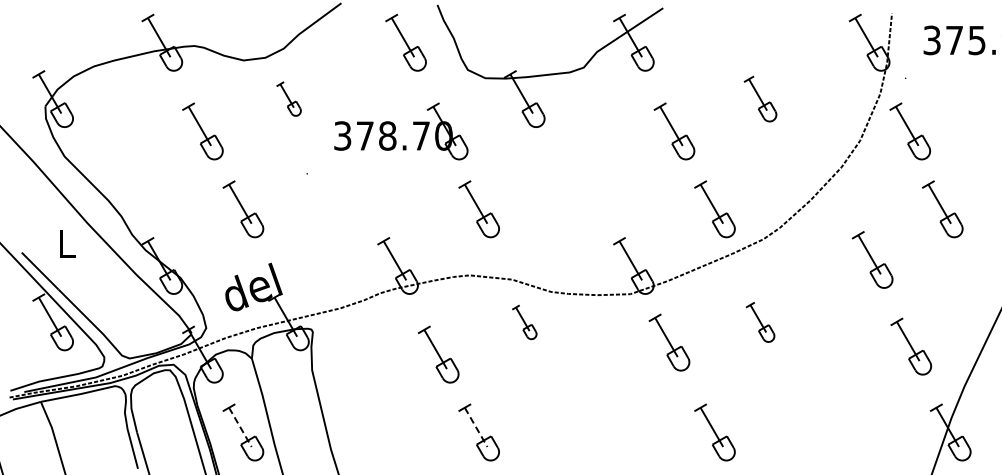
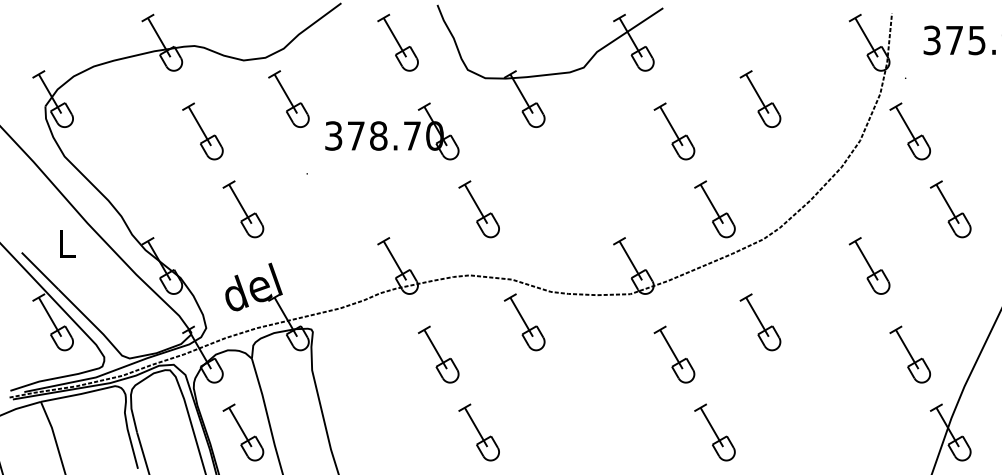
part at (405, 42) position: (405, 42) -> (397, 42)
part at (288, 98) size: 26x36 px -> 42x58 px
part at (760, 98) size: 35x48 px -> 43x58 px
part at (401, 131) position: (401, 131) -> (392, 131)
part at (942, 209) position: (942, 209) -> (950, 209)
part at (872, 259) position: (872, 259) -> (869, 265)
part at (524, 322) size: 26x37 px -> 43x59 px
part at (760, 322) size: 31x41 px -> 43x59 px
part at (669, 342) position: (669, 342) -> (674, 354)
part at (911, 346) position: (911, 346) -> (910, 354)
line at (240, 427): dashed -> solid
line at (476, 427): dashed -> solid
